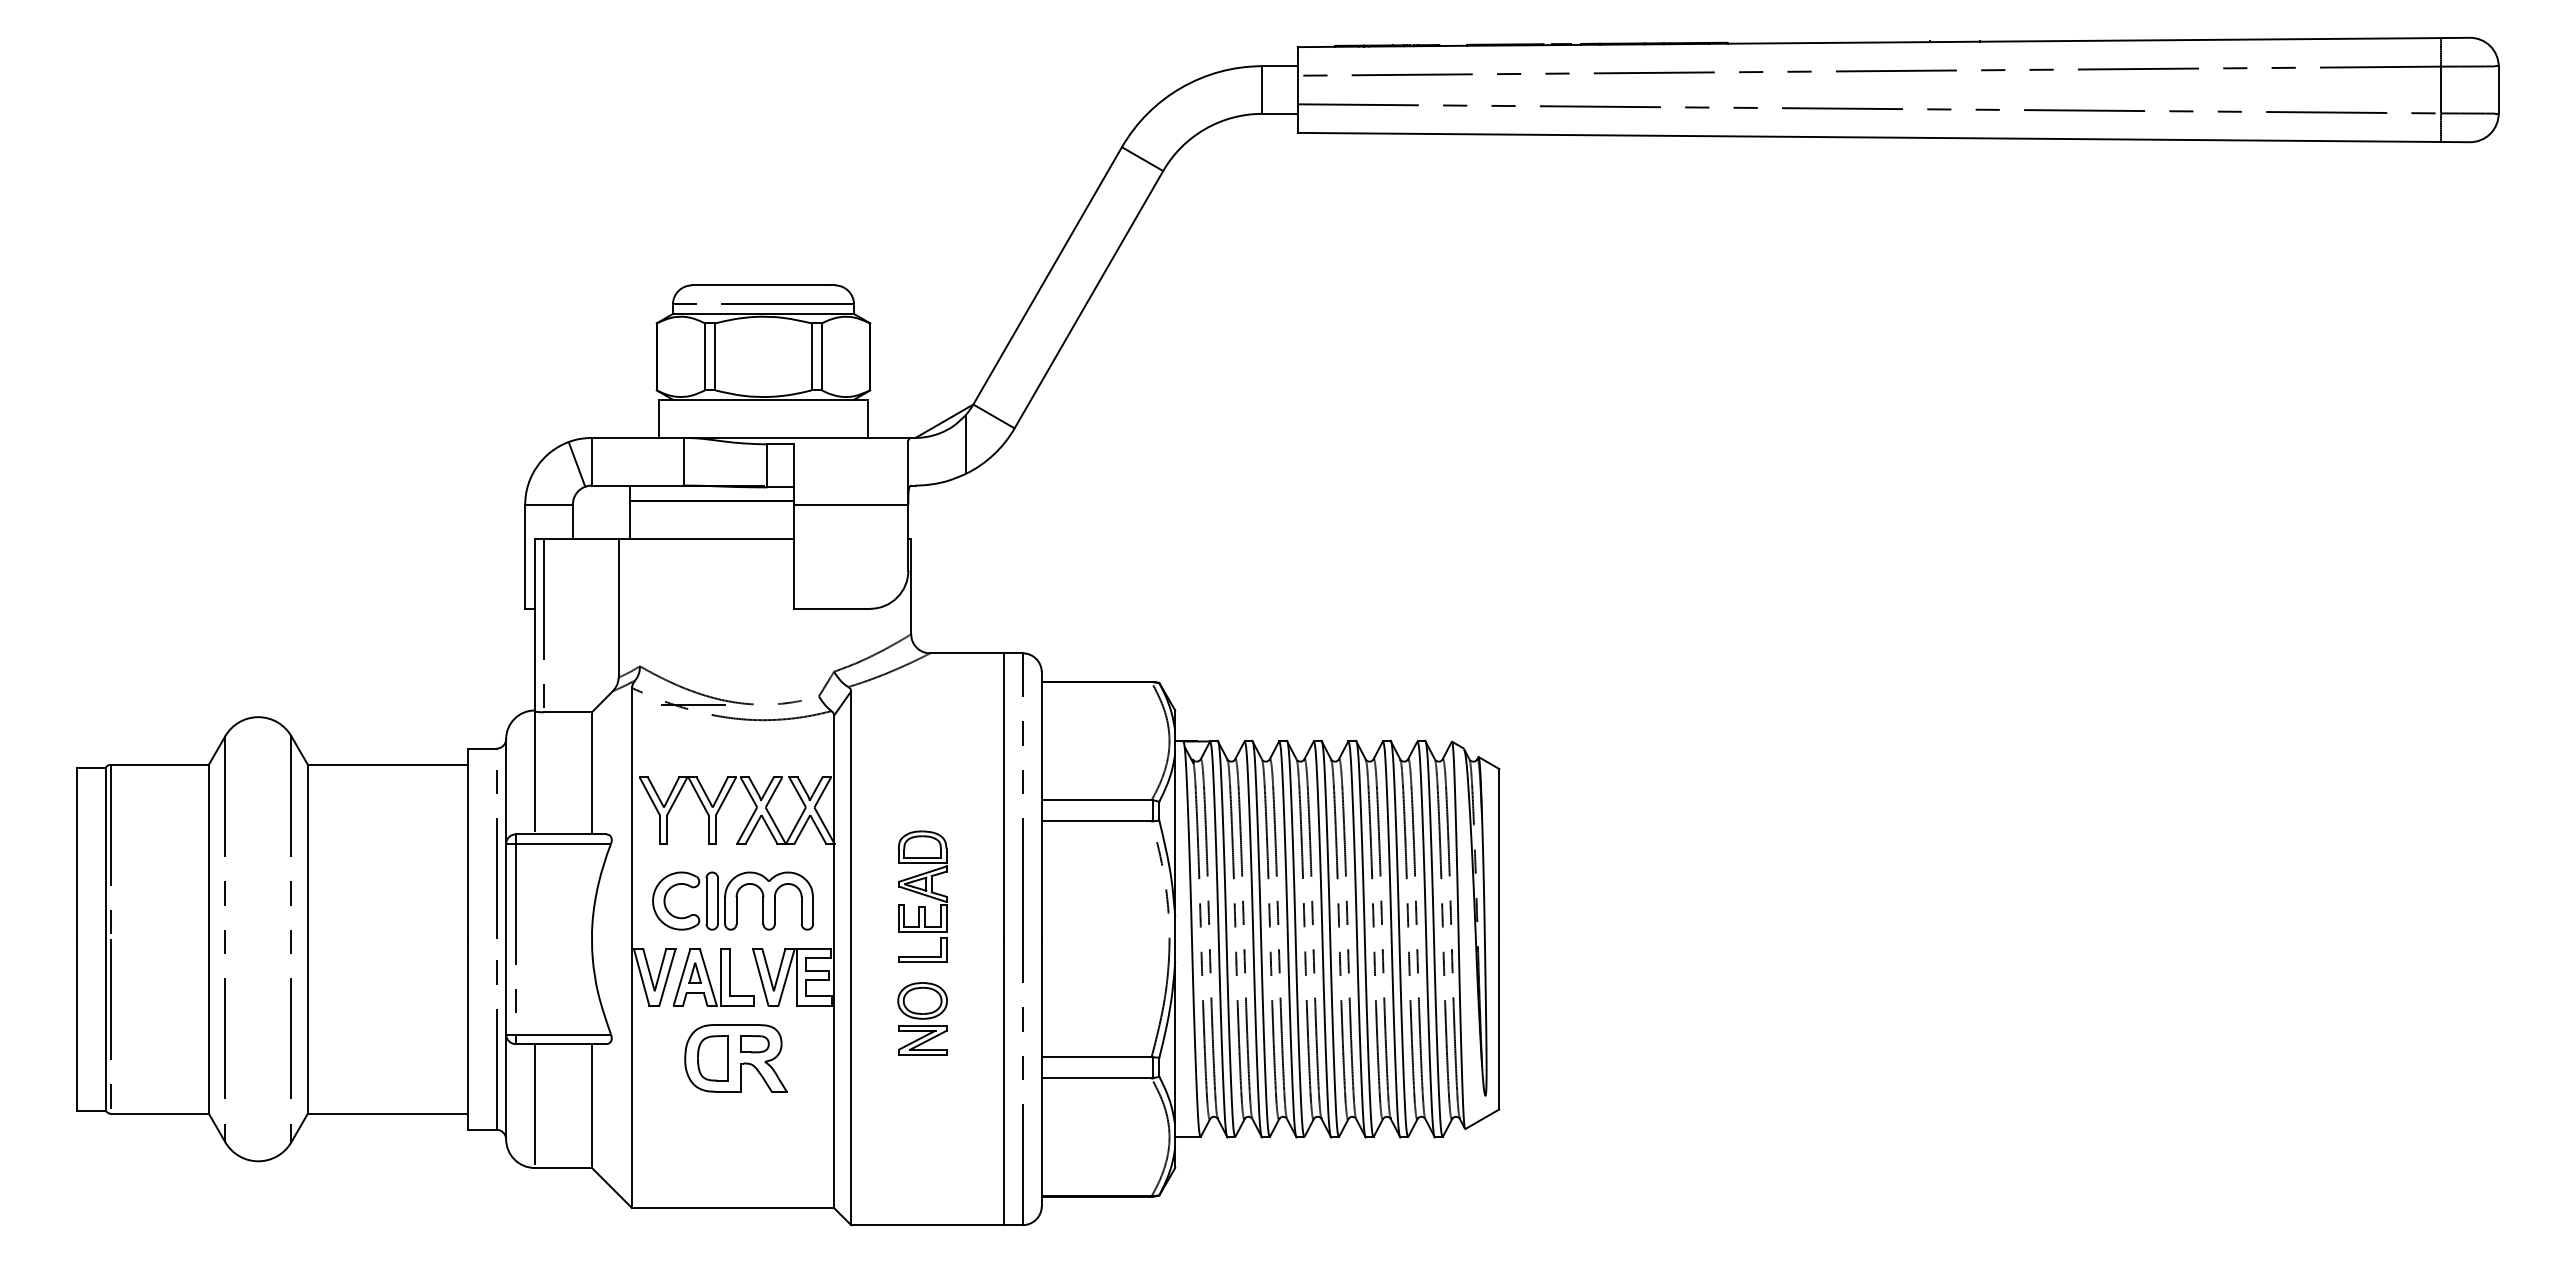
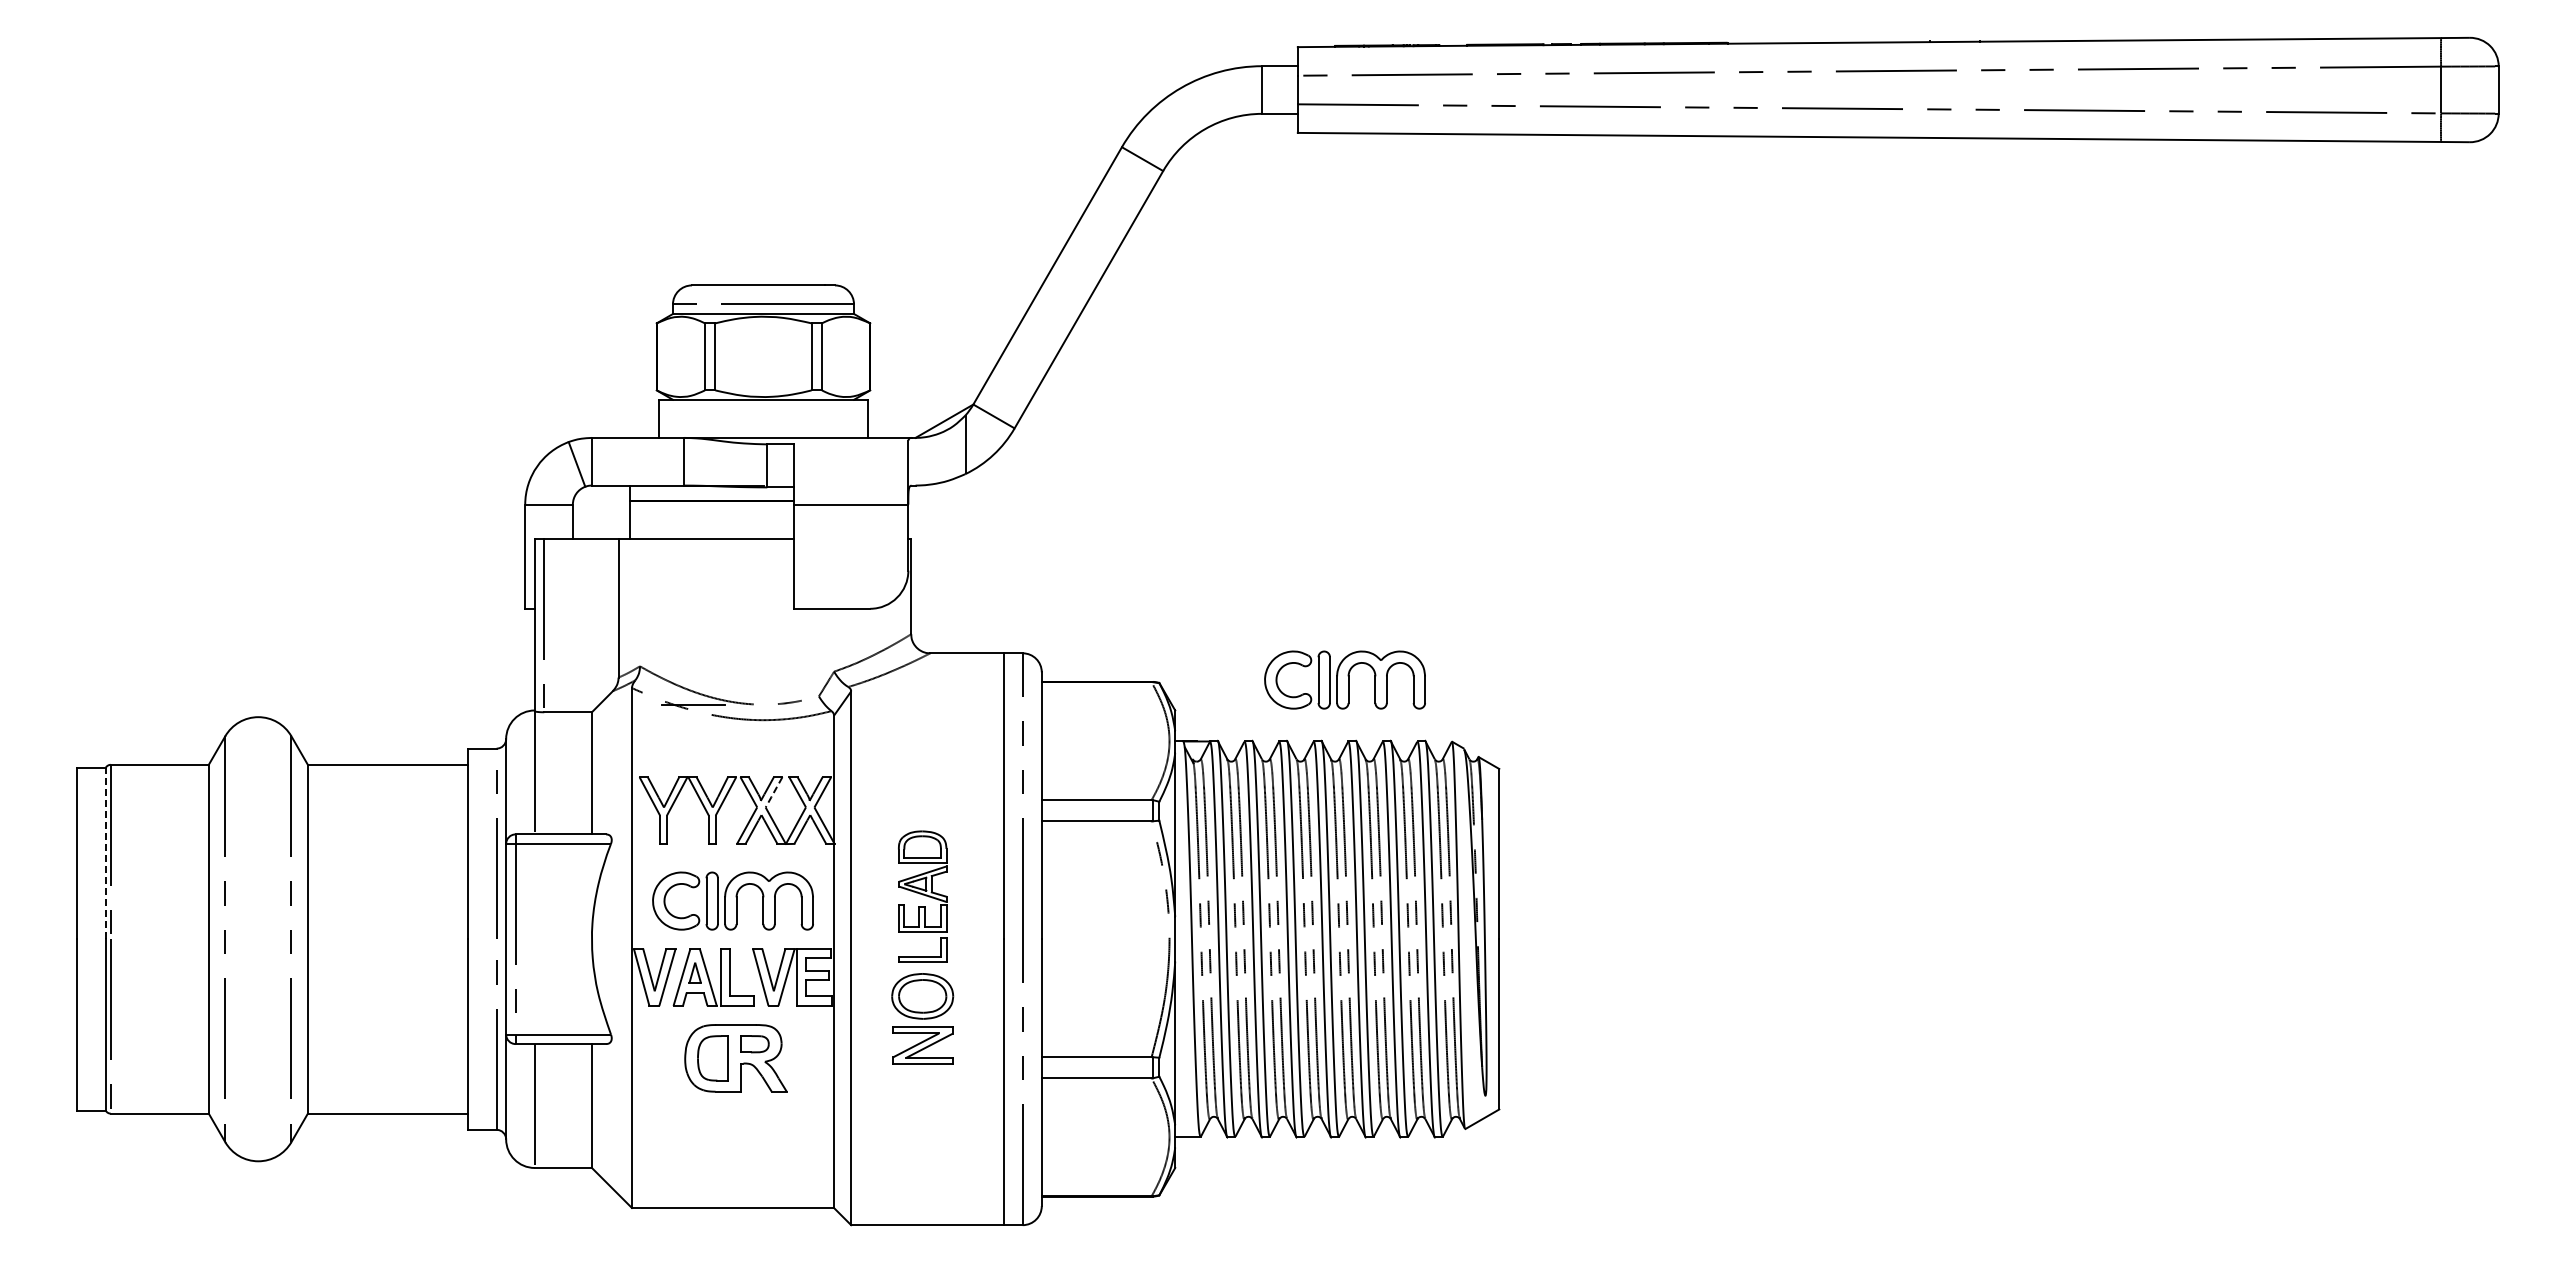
part at (1344, 679): none -> present
line at (774, 792): solid -> dashed
line at (105, 853): solid -> dashed
part at (922, 1018) size: 51x74 px -> 64x92 px
